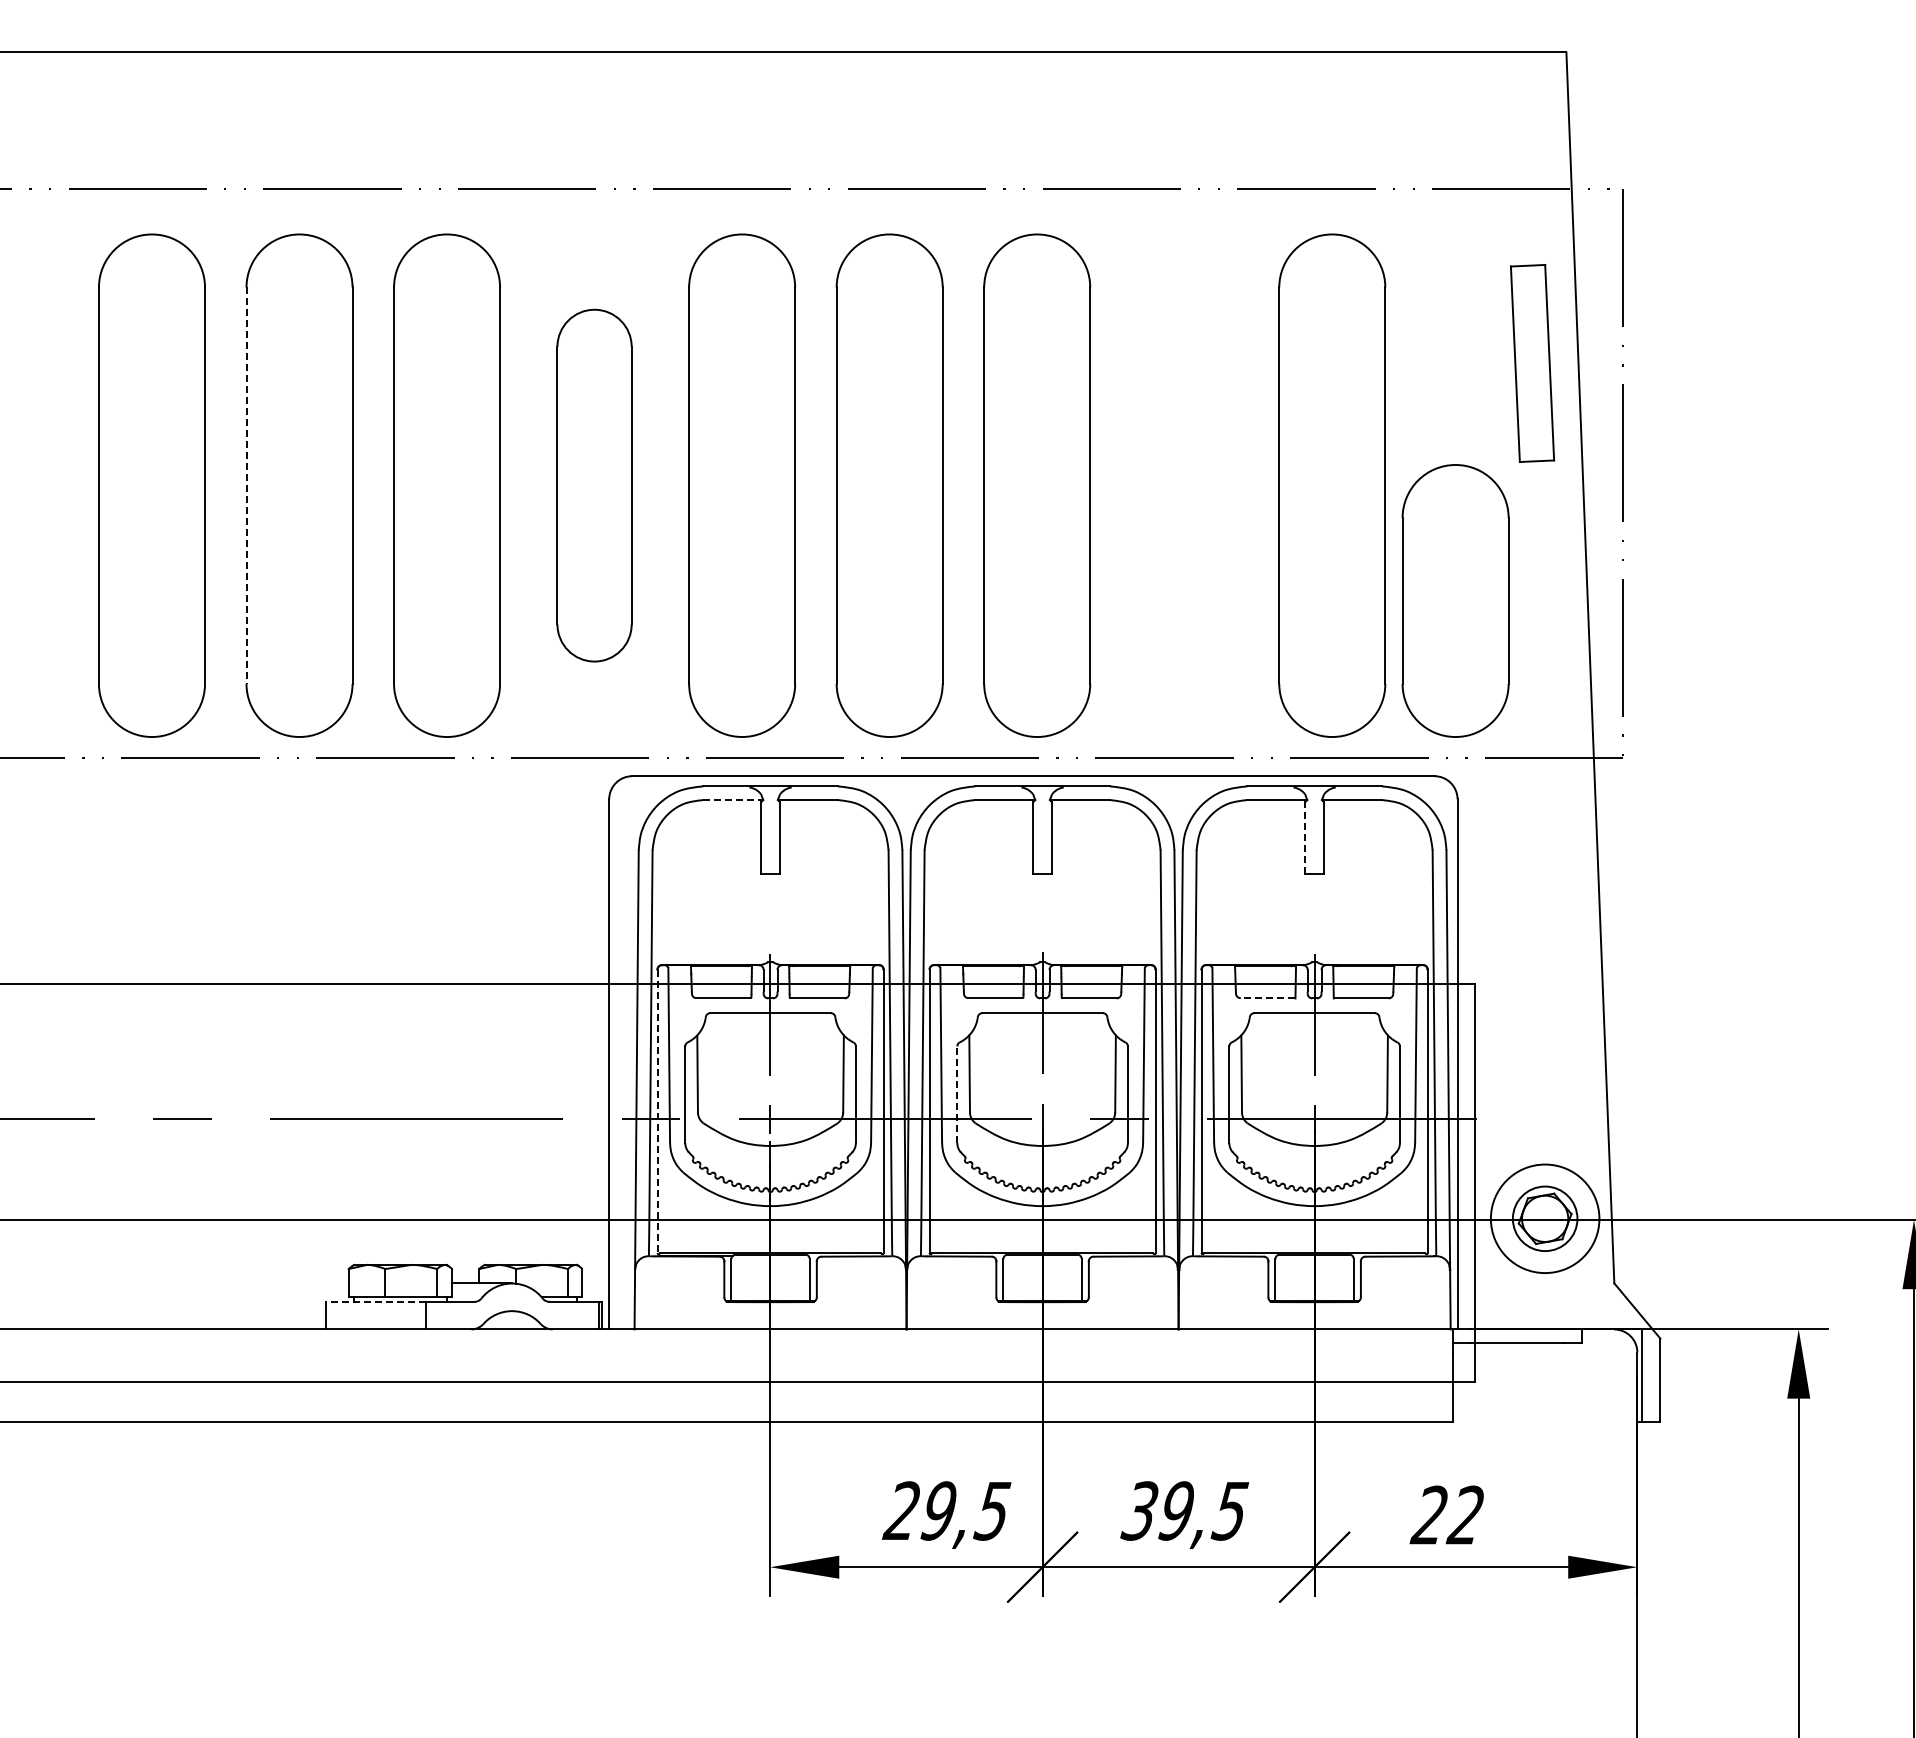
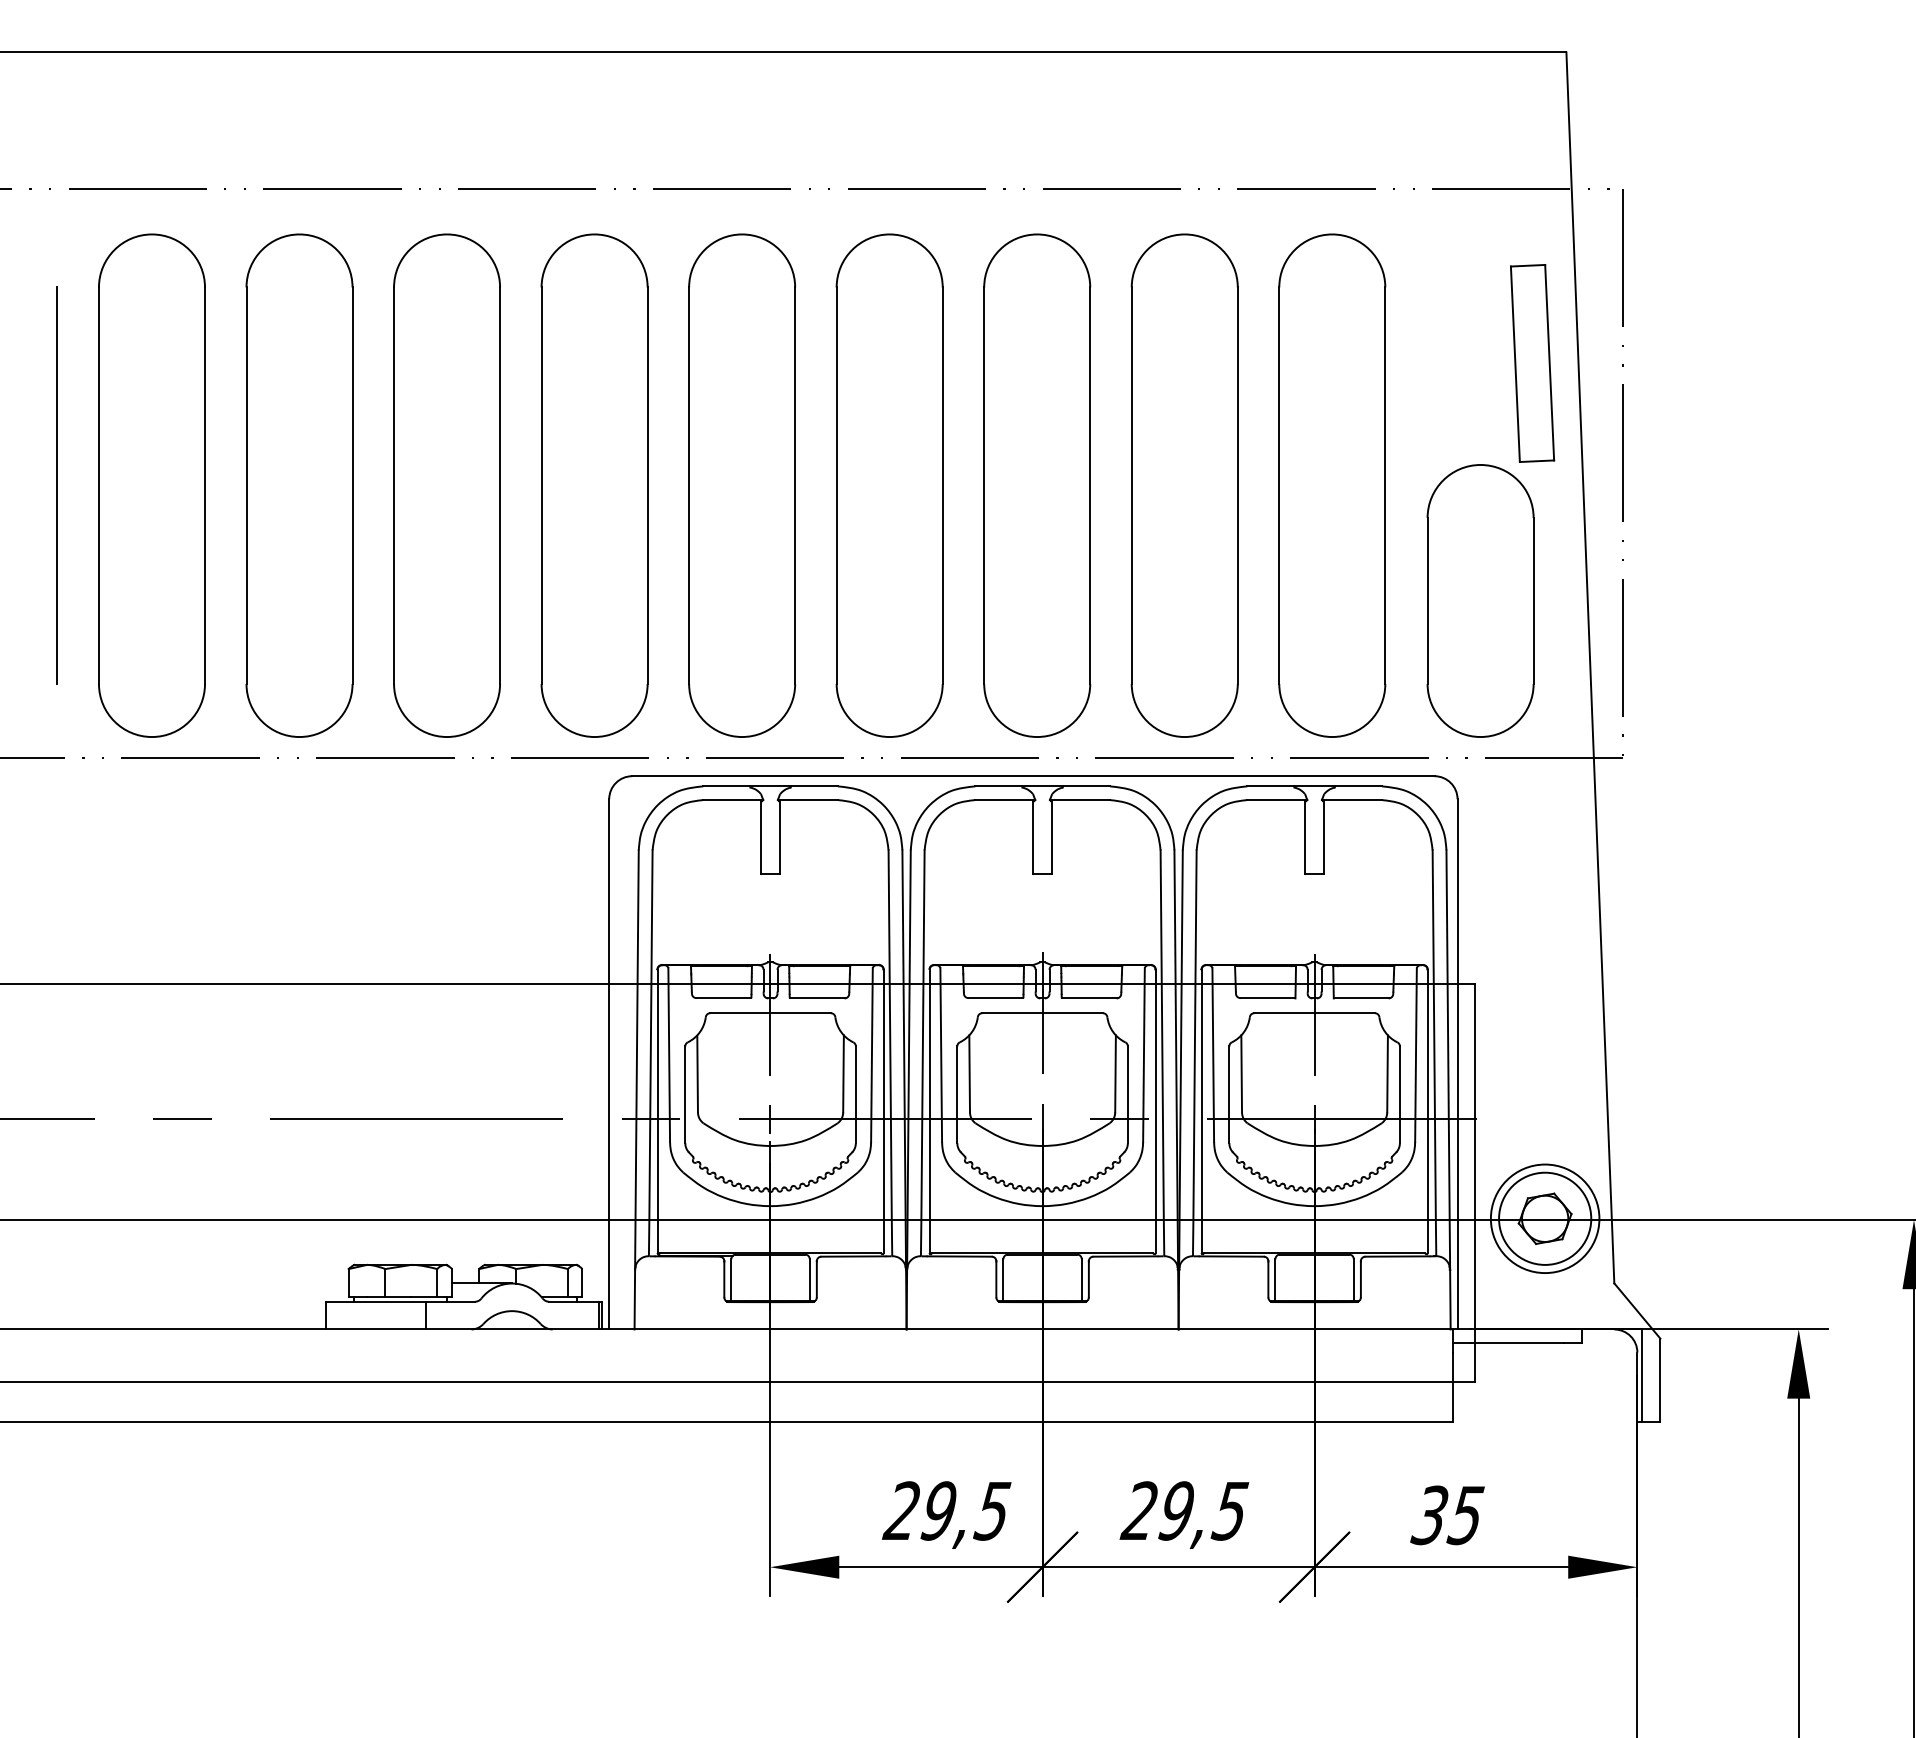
line at (57, 485): none -> present
part at (594, 485) size: 77x355 px -> 109x505 px
part at (1184, 485): none -> present
line at (246, 486): dashed -> solid
part at (1455, 600) position: (1455, 600) -> (1480, 600)
line at (733, 800): dashed -> solid
line at (1305, 838): dashed -> solid
line at (1267, 998): dashed -> solid
line at (957, 1094): dashed -> solid
line at (657, 1111): dashed -> solid
circle at (1544, 1218) diameter: 65 px -> 92 px
line at (375, 1301): dashed -> solid
text at (1138, 1510): 39,5 -> 29,5
text at (1446, 1515): 22 -> 35
